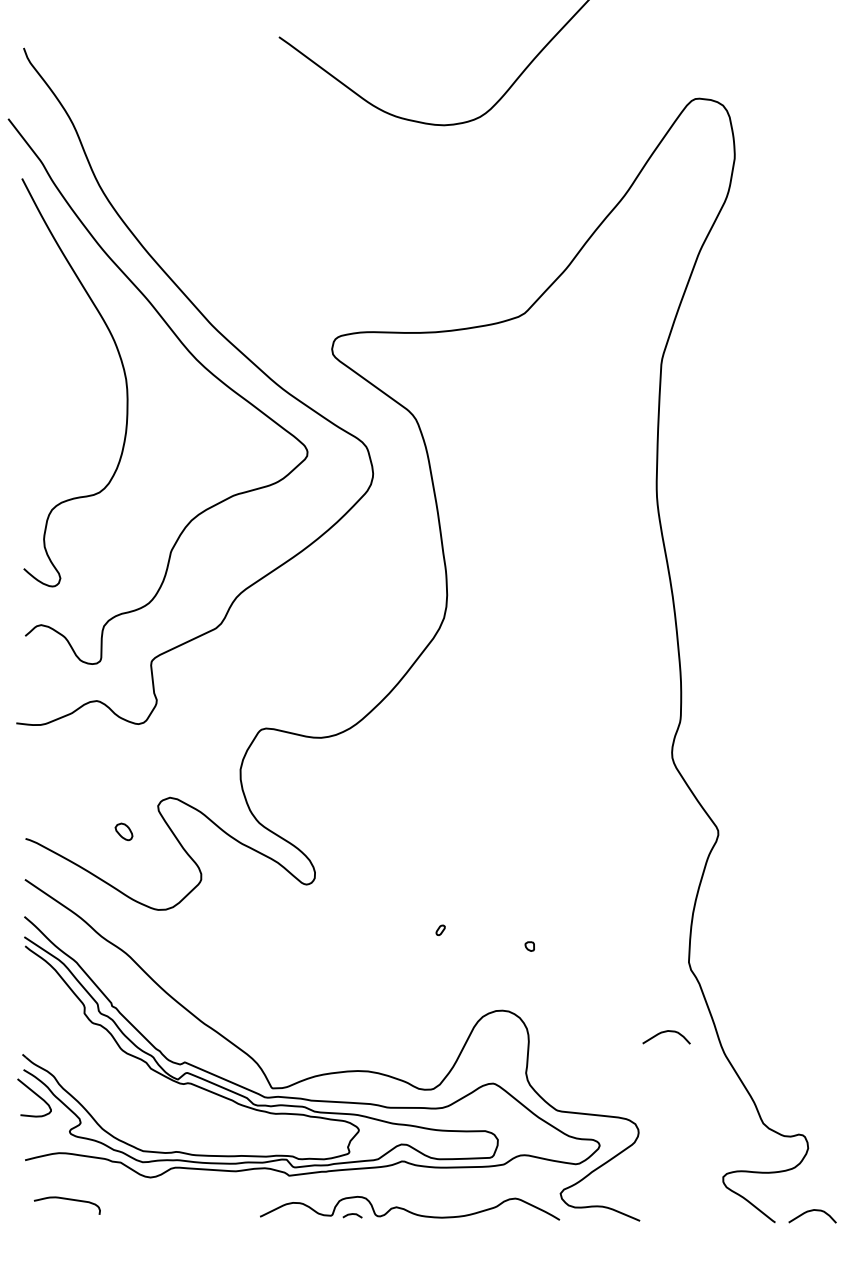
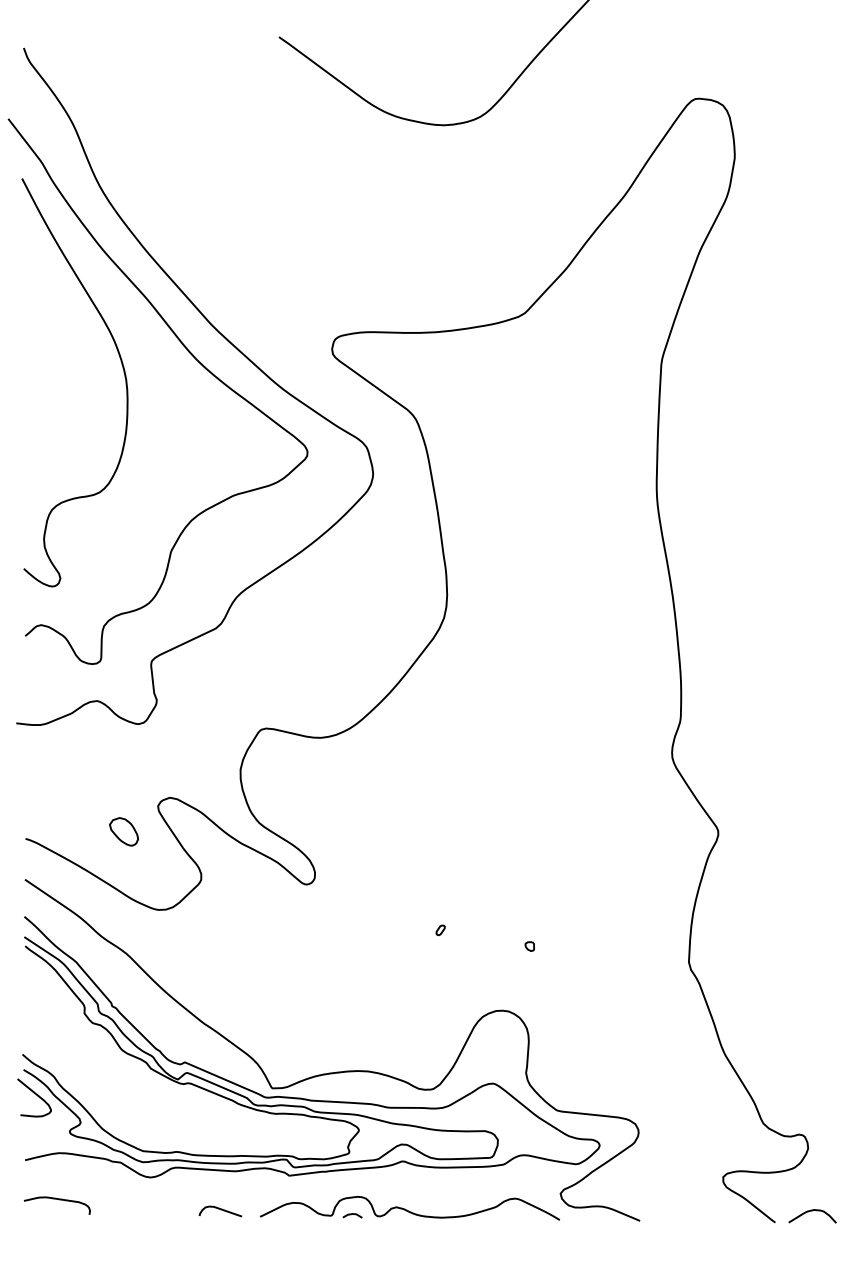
part at (123, 831) size: 20x20 px -> 30x30 px
curve at (666, 1032): present -> none
curve at (68, 1200) position: (68, 1200) -> (58, 1200)
curve at (220, 1210): none -> present
